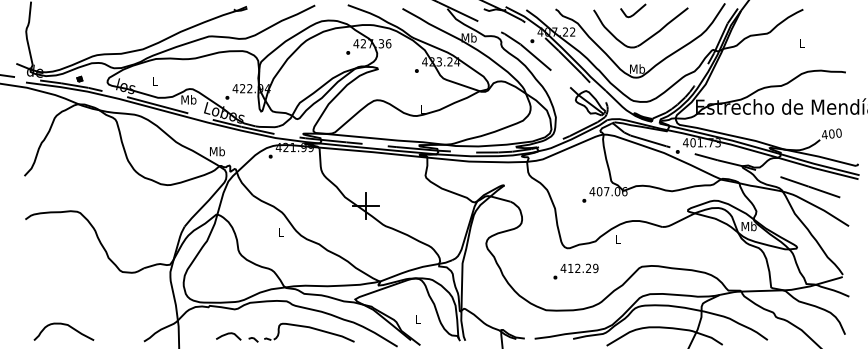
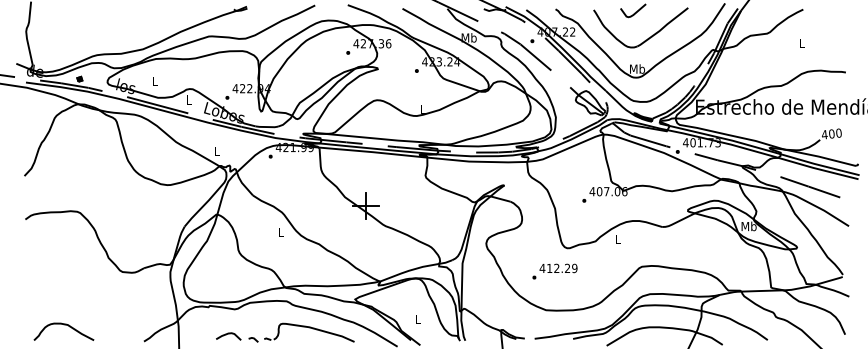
text at (188, 99): Mb -> L
text at (217, 151): Mb -> L
text at (575, 271) position: (575, 271) -> (554, 271)
